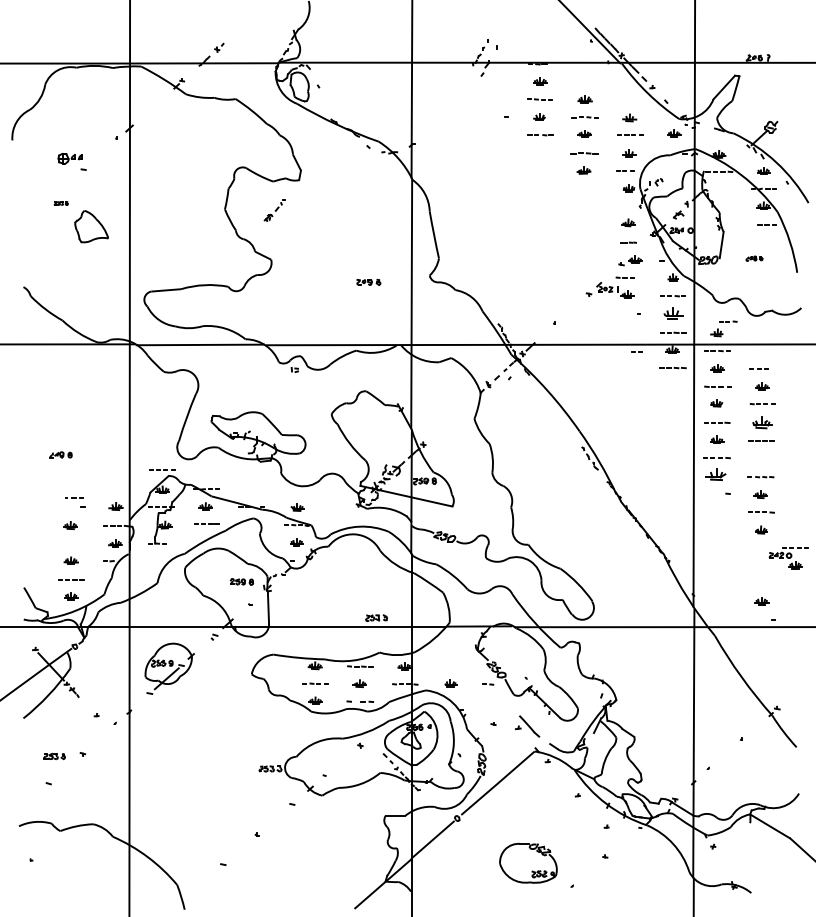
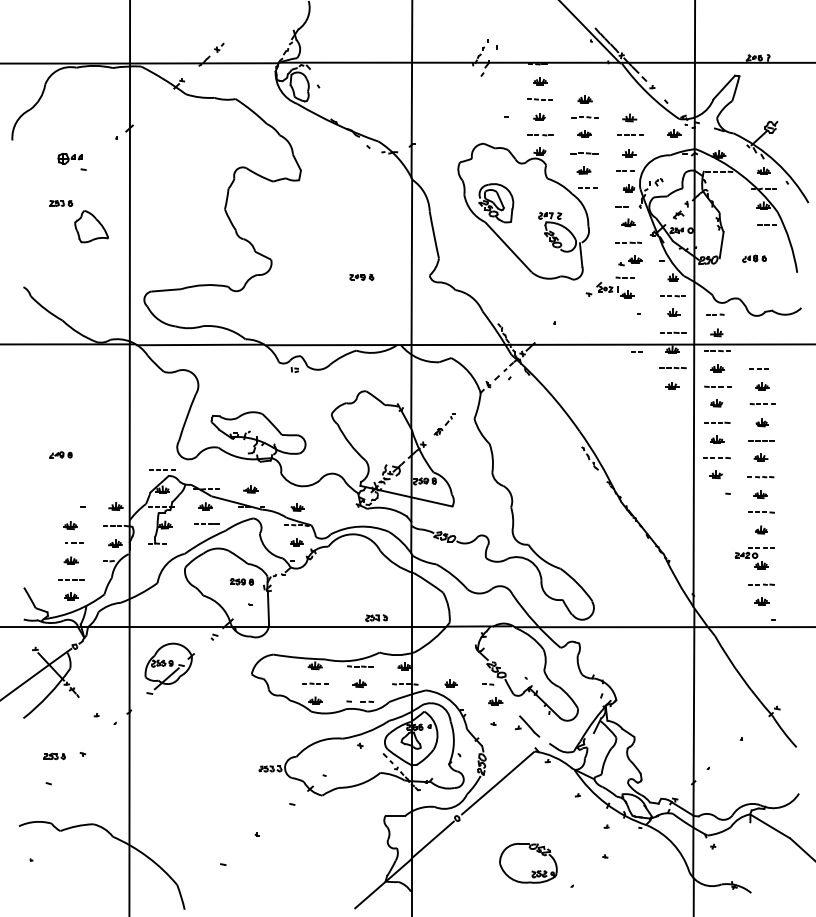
part at (60, 203) size: 16x5 px -> 25x7 px
line at (621, 206): none -> present
part at (274, 210) position: (274, 210) -> (444, 424)
part at (527, 211): none -> present
part at (628, 242) size: 17x3 px -> 27x3 px
part at (754, 258) size: 19x7 px -> 25x9 px
part at (368, 282) position: (368, 282) -> (361, 277)
part at (673, 313) size: 21x13 px -> 14x9 px
line at (728, 321) position: (728, 321) -> (715, 314)
part at (672, 385): none -> present
part at (762, 422) size: 21x14 px -> 14x10 px
part at (760, 457): none -> present
part at (715, 474) size: 22x13 px -> 14x10 px
part at (250, 489): none -> present
line at (74, 497) position: (74, 497) -> (74, 542)
part at (788, 558) position: (788, 558) -> (754, 558)
part at (761, 584): none -> present
part at (495, 701): none -> present
